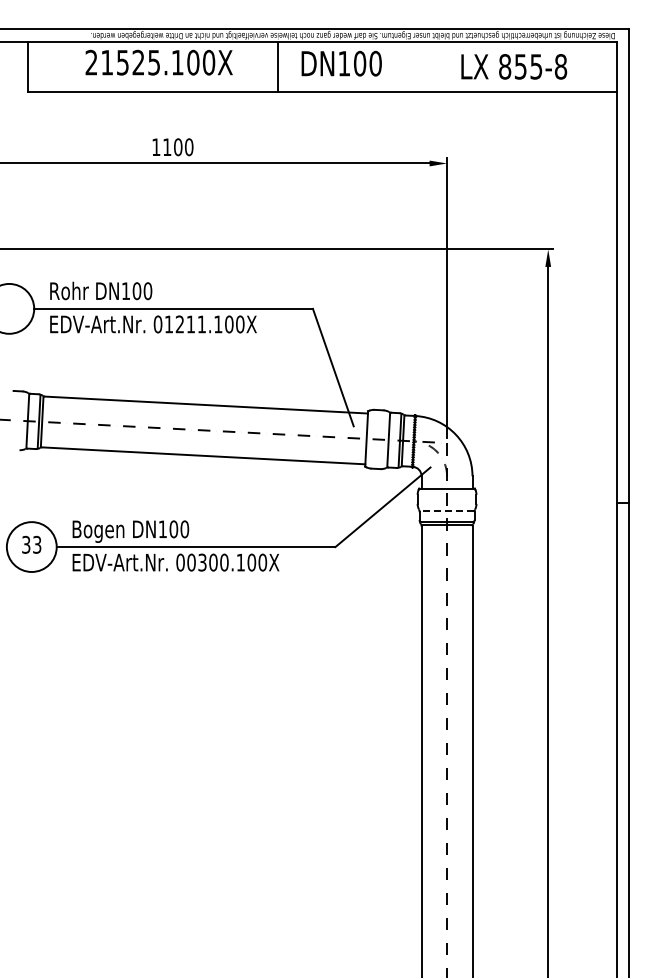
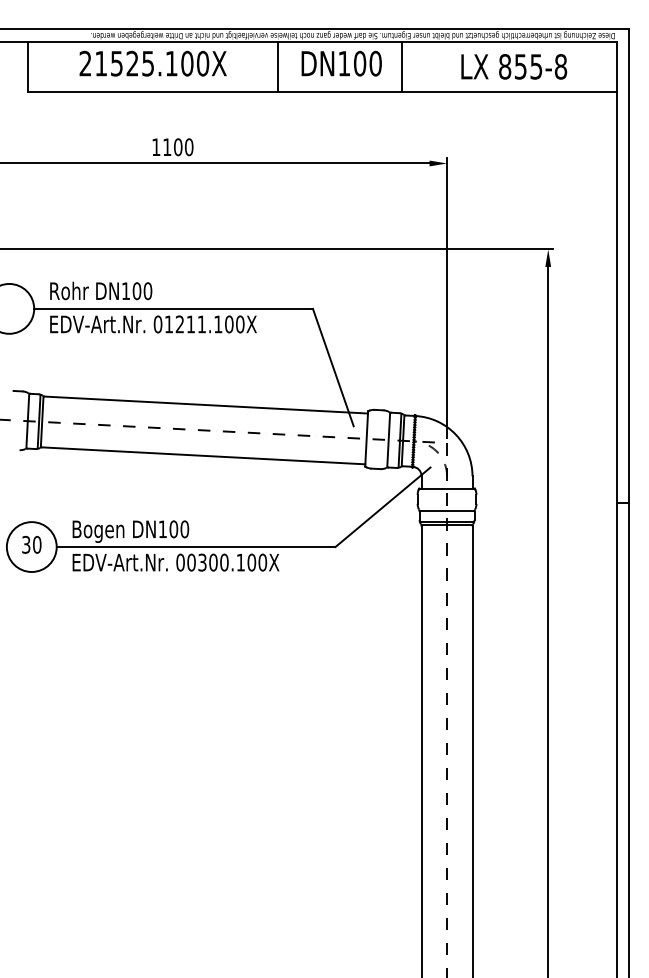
text at (158, 62) position: (158, 62) -> (152, 63)
line at (402, 66): none -> present
line at (447, 510): dashed -> solid
text at (37, 544): 33 -> 30
